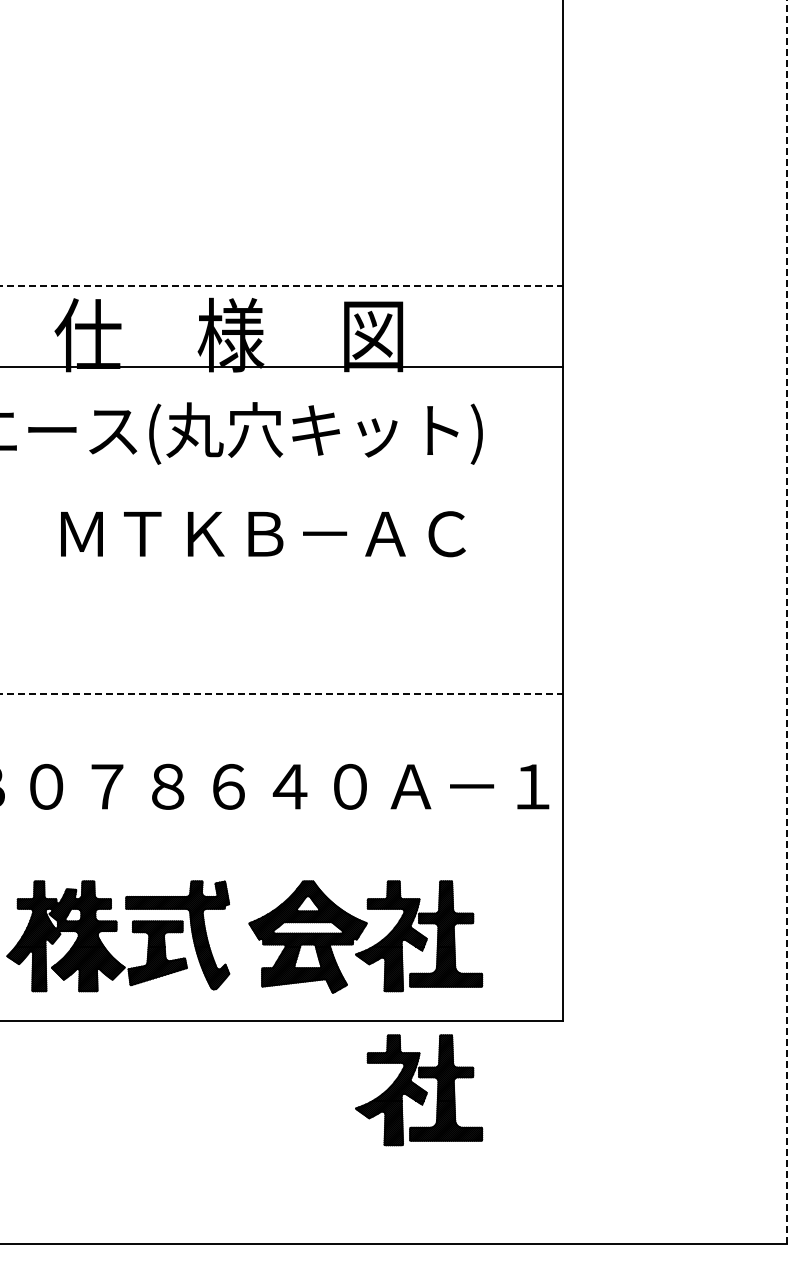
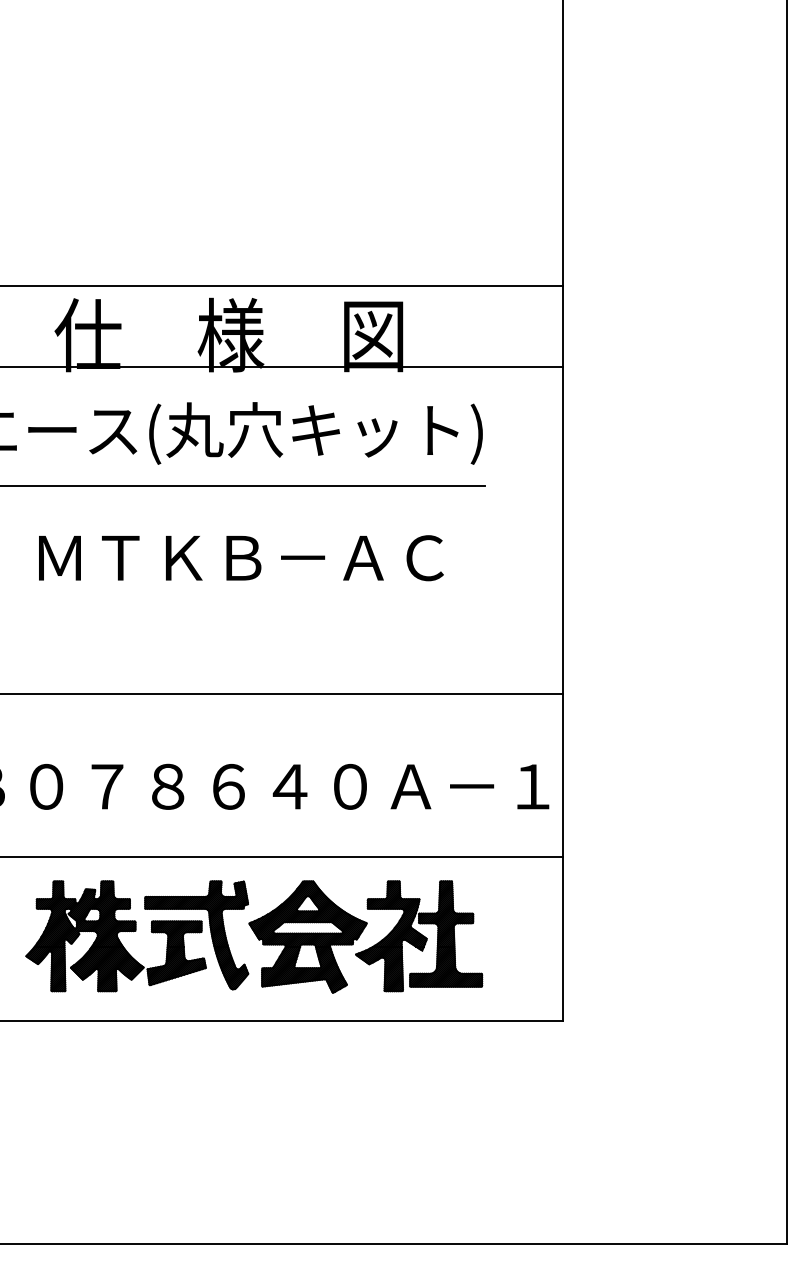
line at (281, 285): dashed -> solid
line at (243, 486): none -> present
text at (263, 534) position: (263, 534) -> (241, 558)
line at (786, 621): dashed -> solid
line at (281, 694): dashed -> solid
line at (282, 857): none -> present
part at (118, 936) position: (118, 936) -> (137, 936)
part at (419, 1090): present -> none
